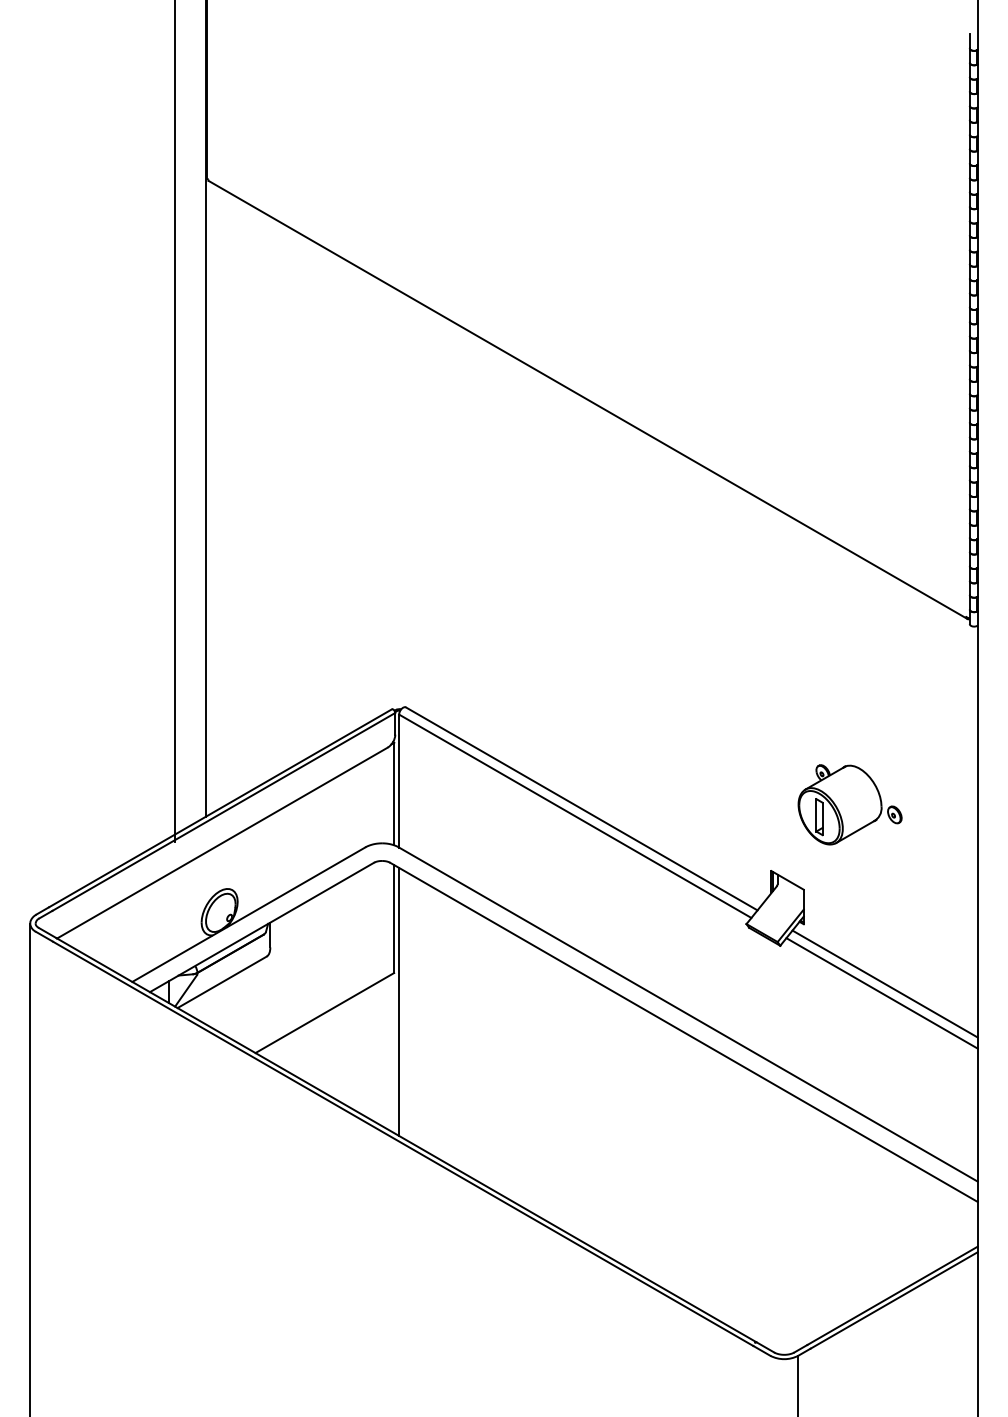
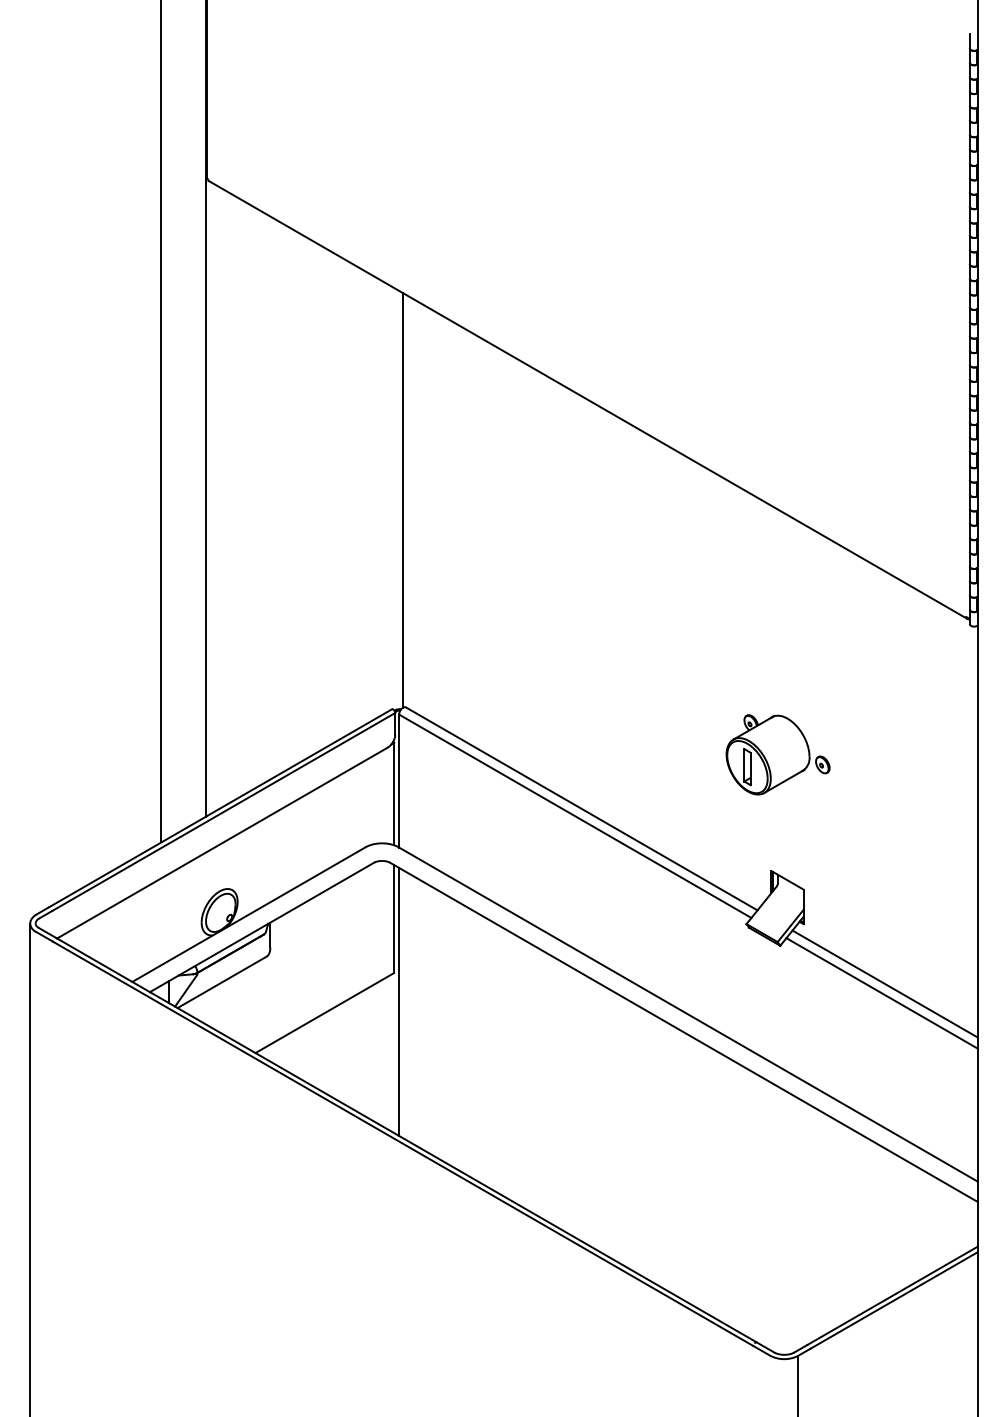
line at (175, 422) position: (175, 422) -> (161, 422)
line at (402, 499): none -> present
part at (849, 804) position: (849, 804) -> (777, 754)
